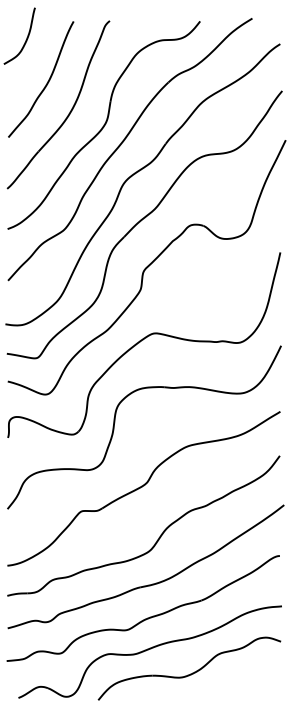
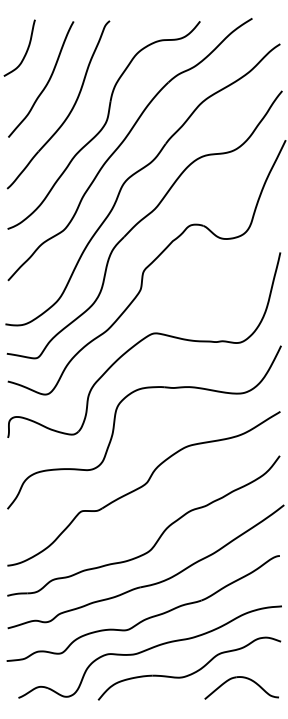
curve at (26, 37) position: (26, 37) -> (26, 49)
part at (242, 678): none -> present
